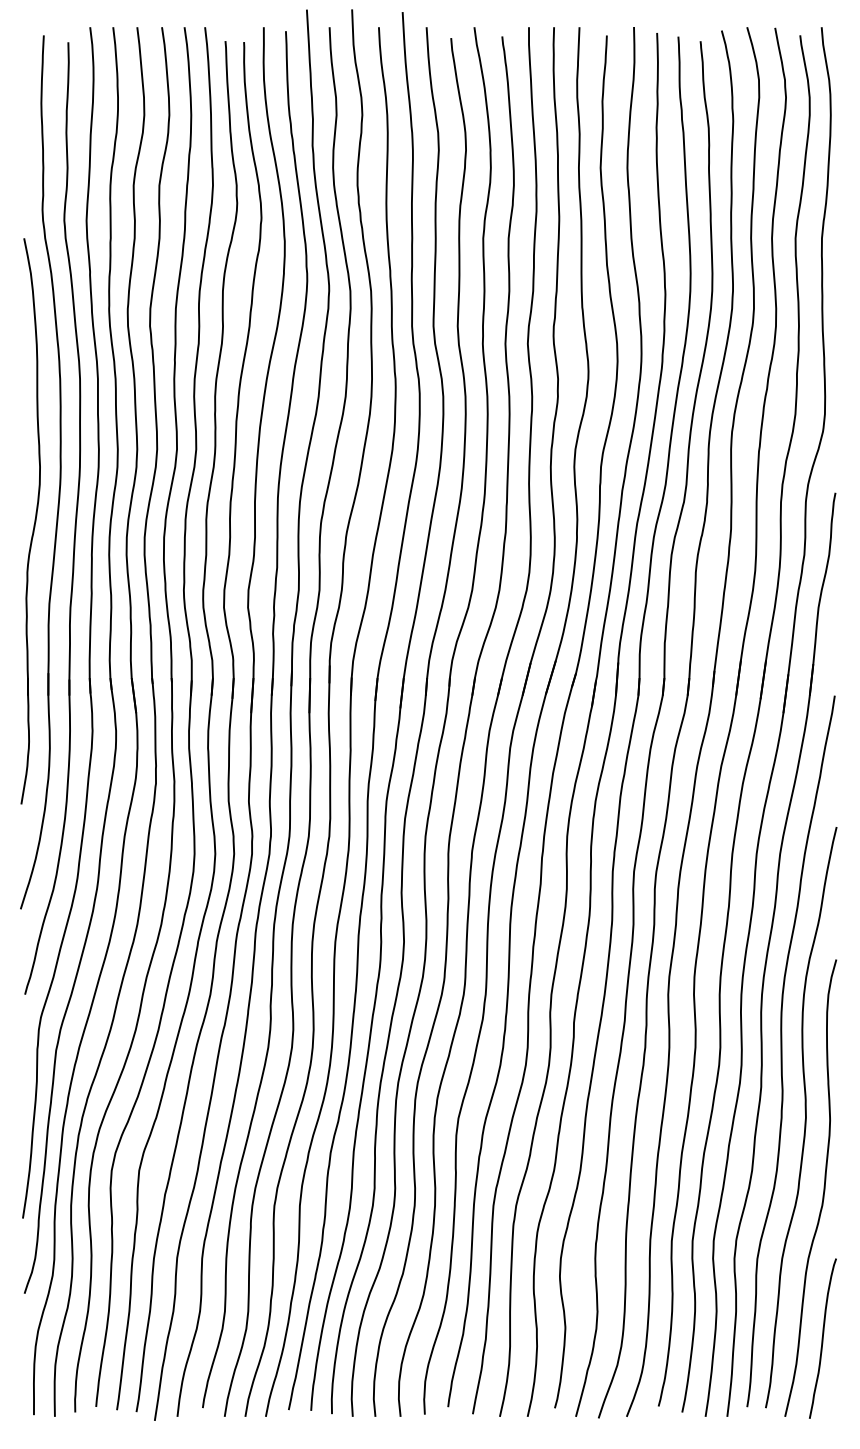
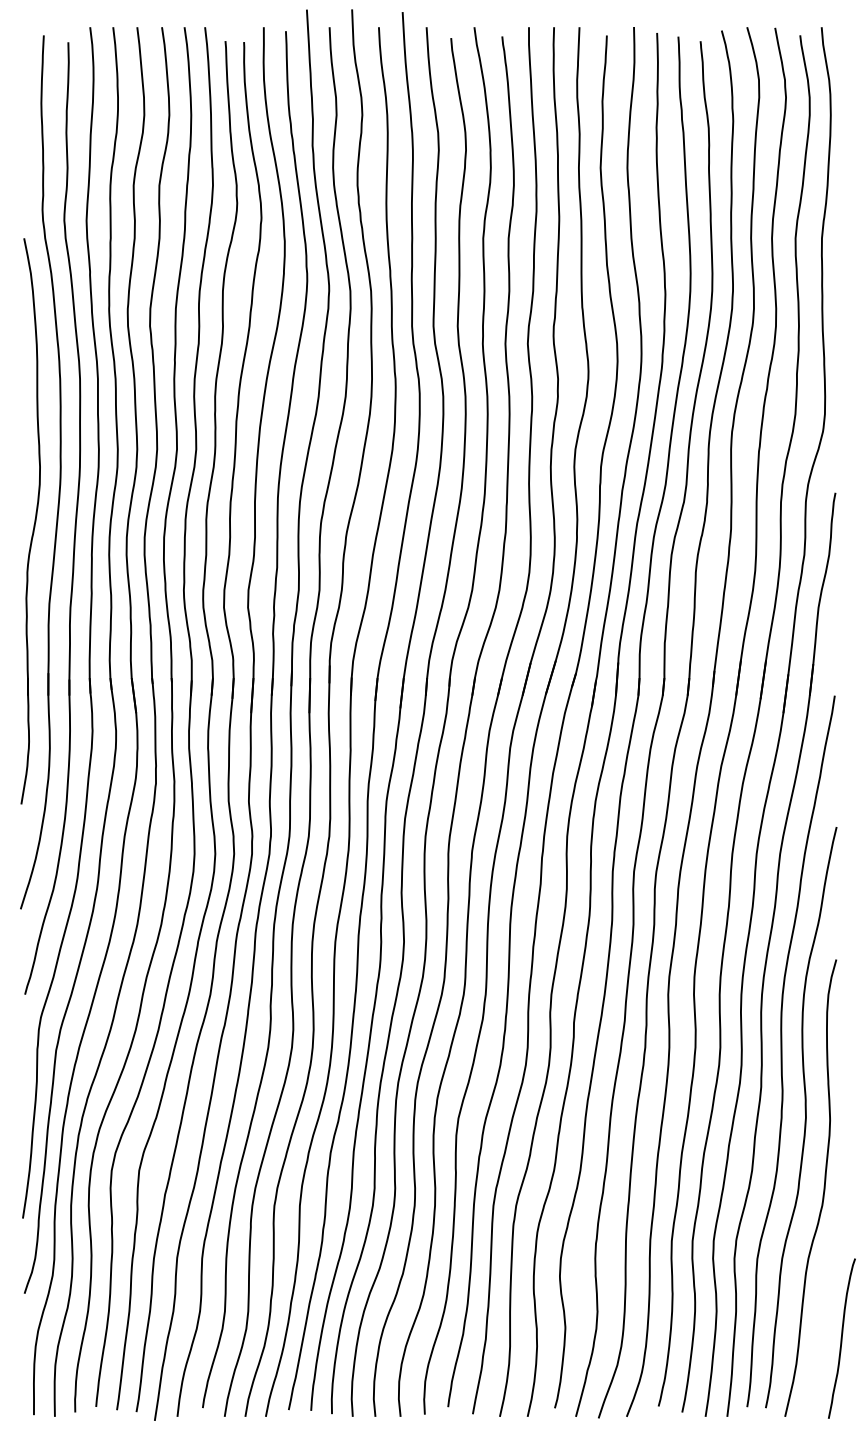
curve at (822, 1338) position: (822, 1338) -> (841, 1338)
